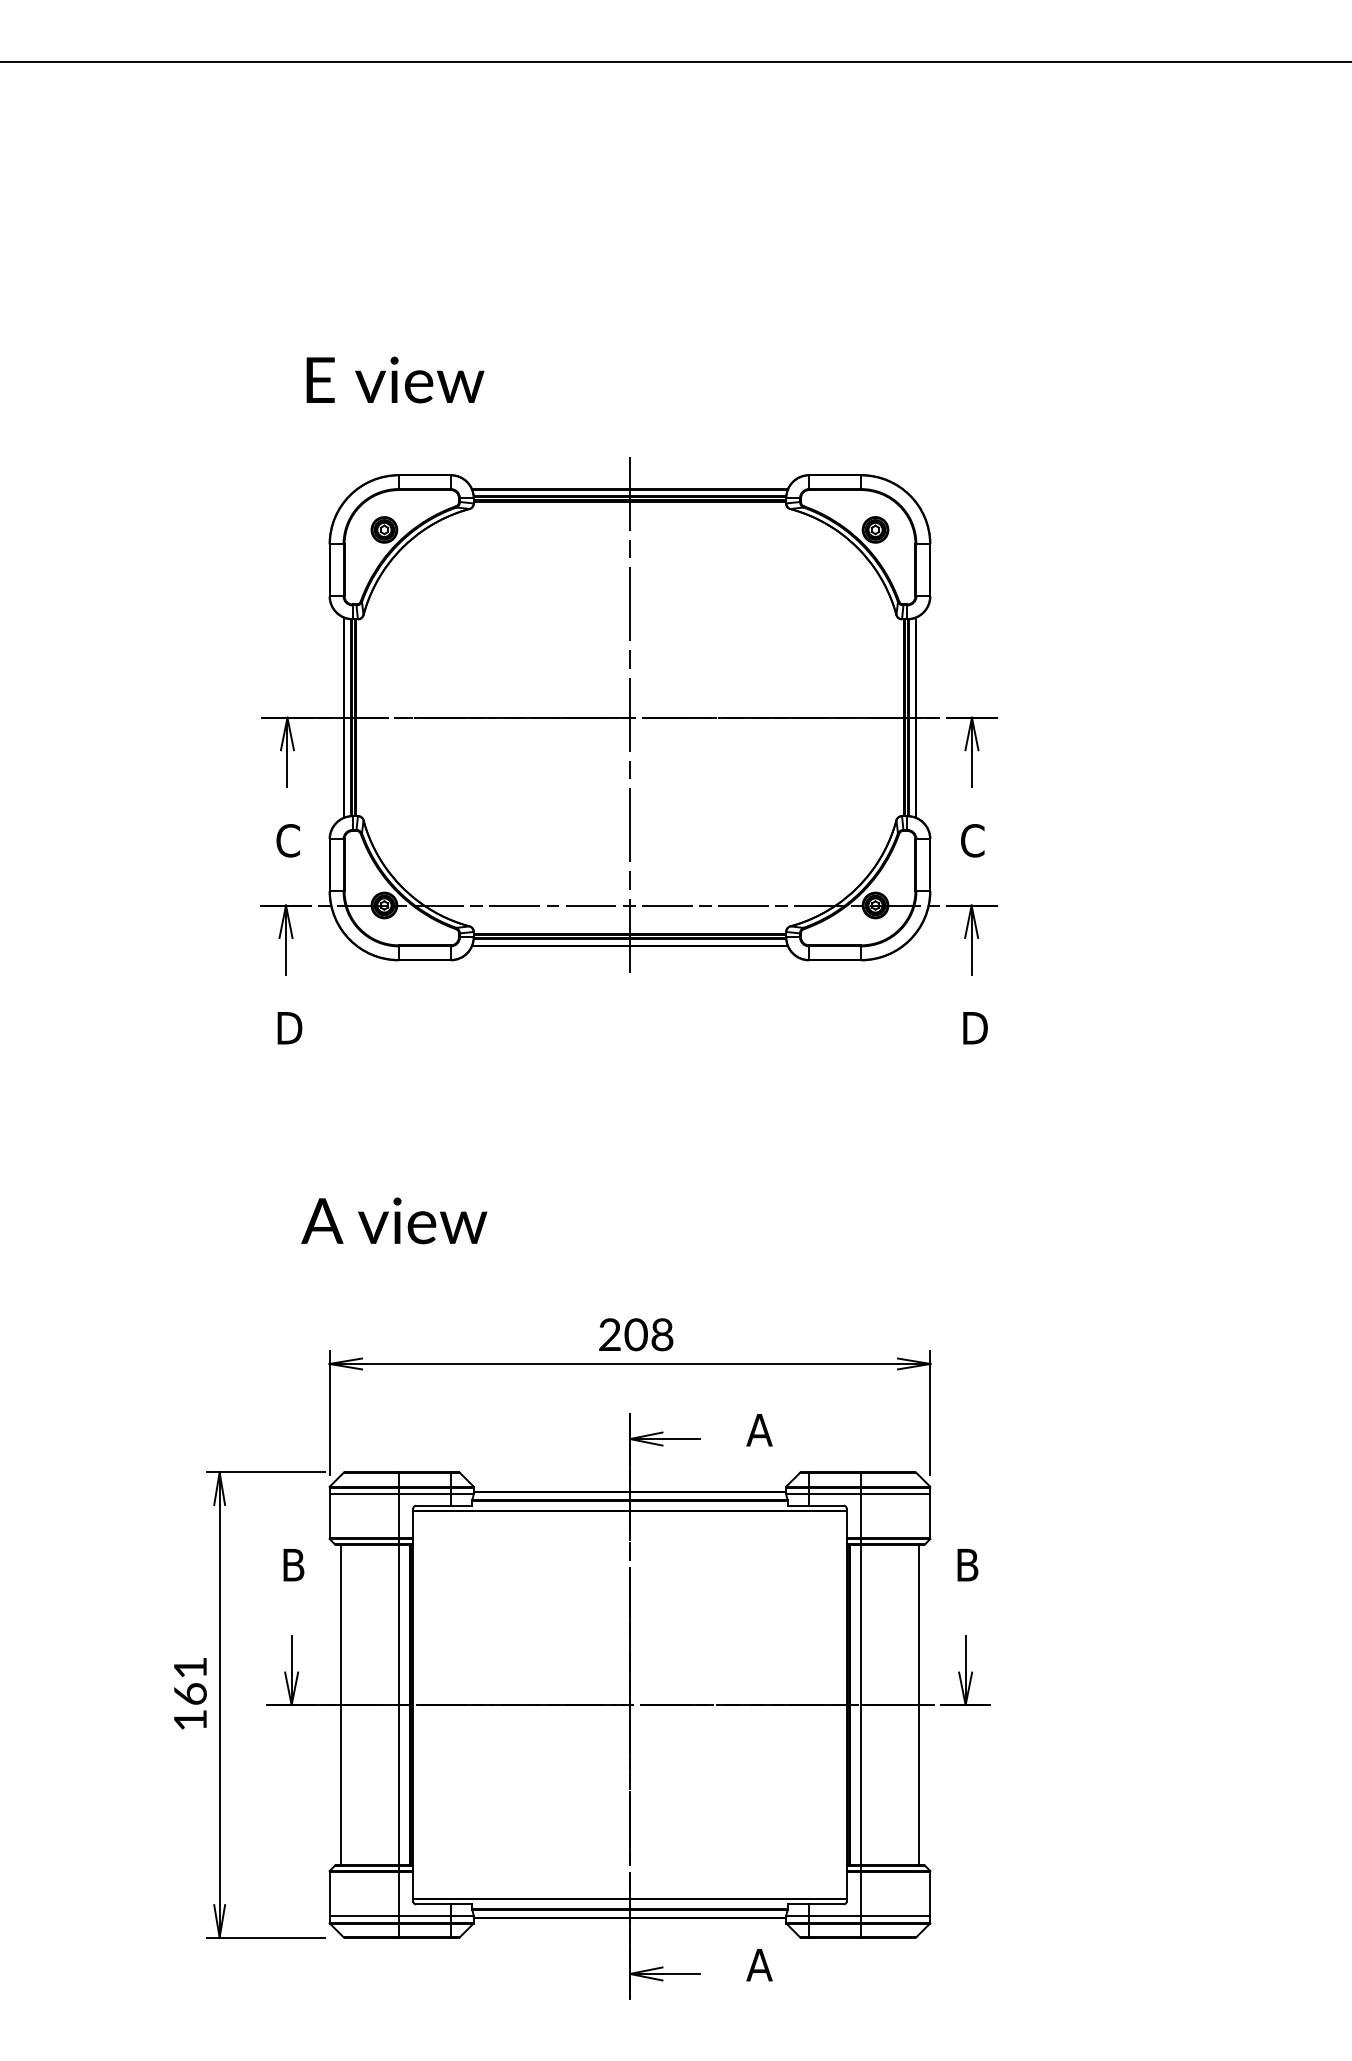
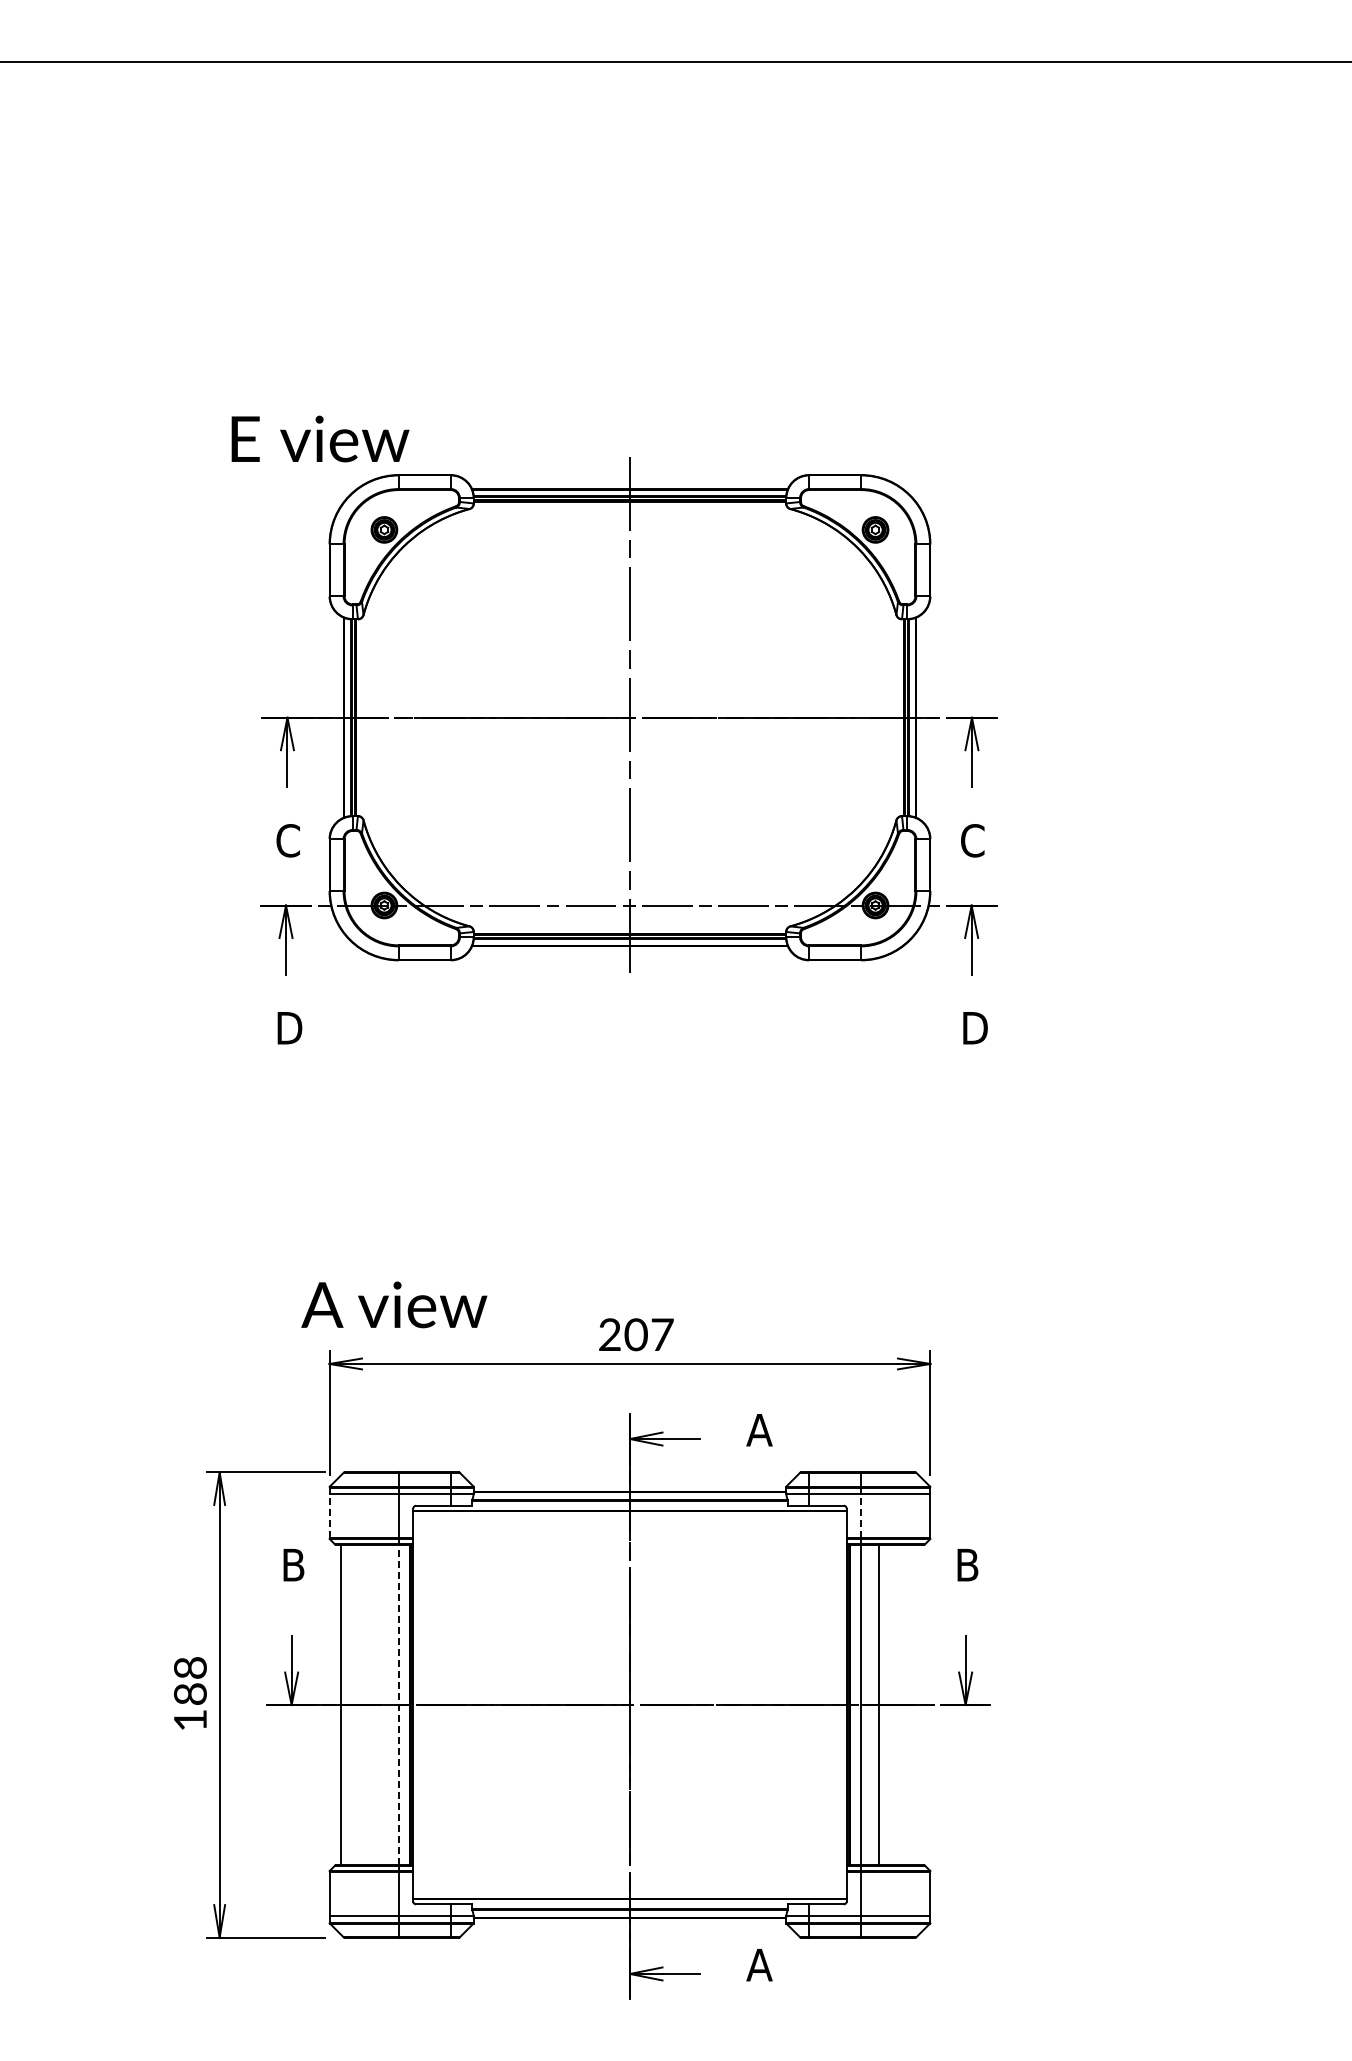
text at (395, 379) position: (395, 379) -> (320, 438)
text at (394, 1220) position: (394, 1220) -> (394, 1304)
text at (662, 1334): 208 -> 207
line at (329, 1515): solid -> dashed
line at (861, 1515): solid -> dashed
text at (190, 1680): 161 -> 188
line at (398, 1704): solid -> dashed
line at (918, 1704) position: (918, 1704) -> (878, 1704)
